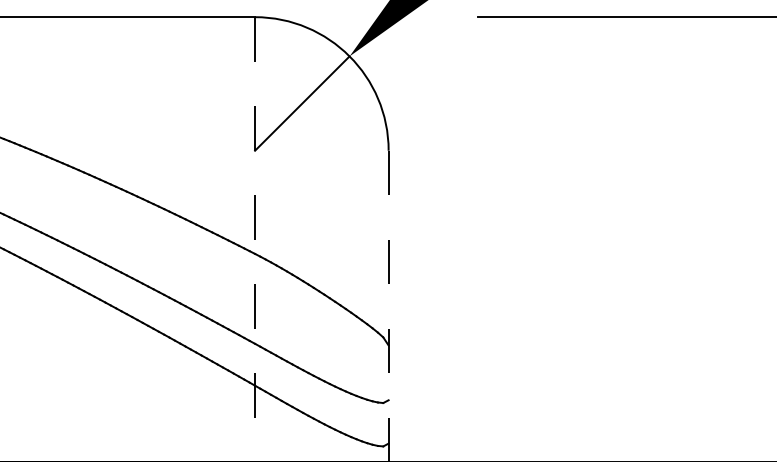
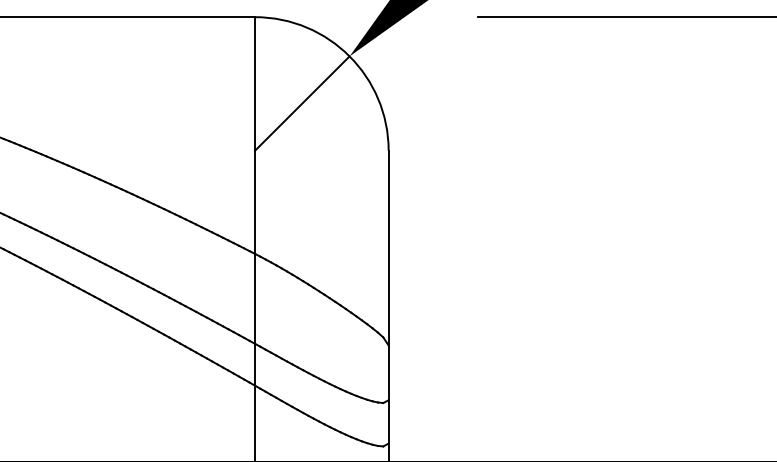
line at (255, 240): dashed -> solid
line at (388, 305): dashed -> solid
